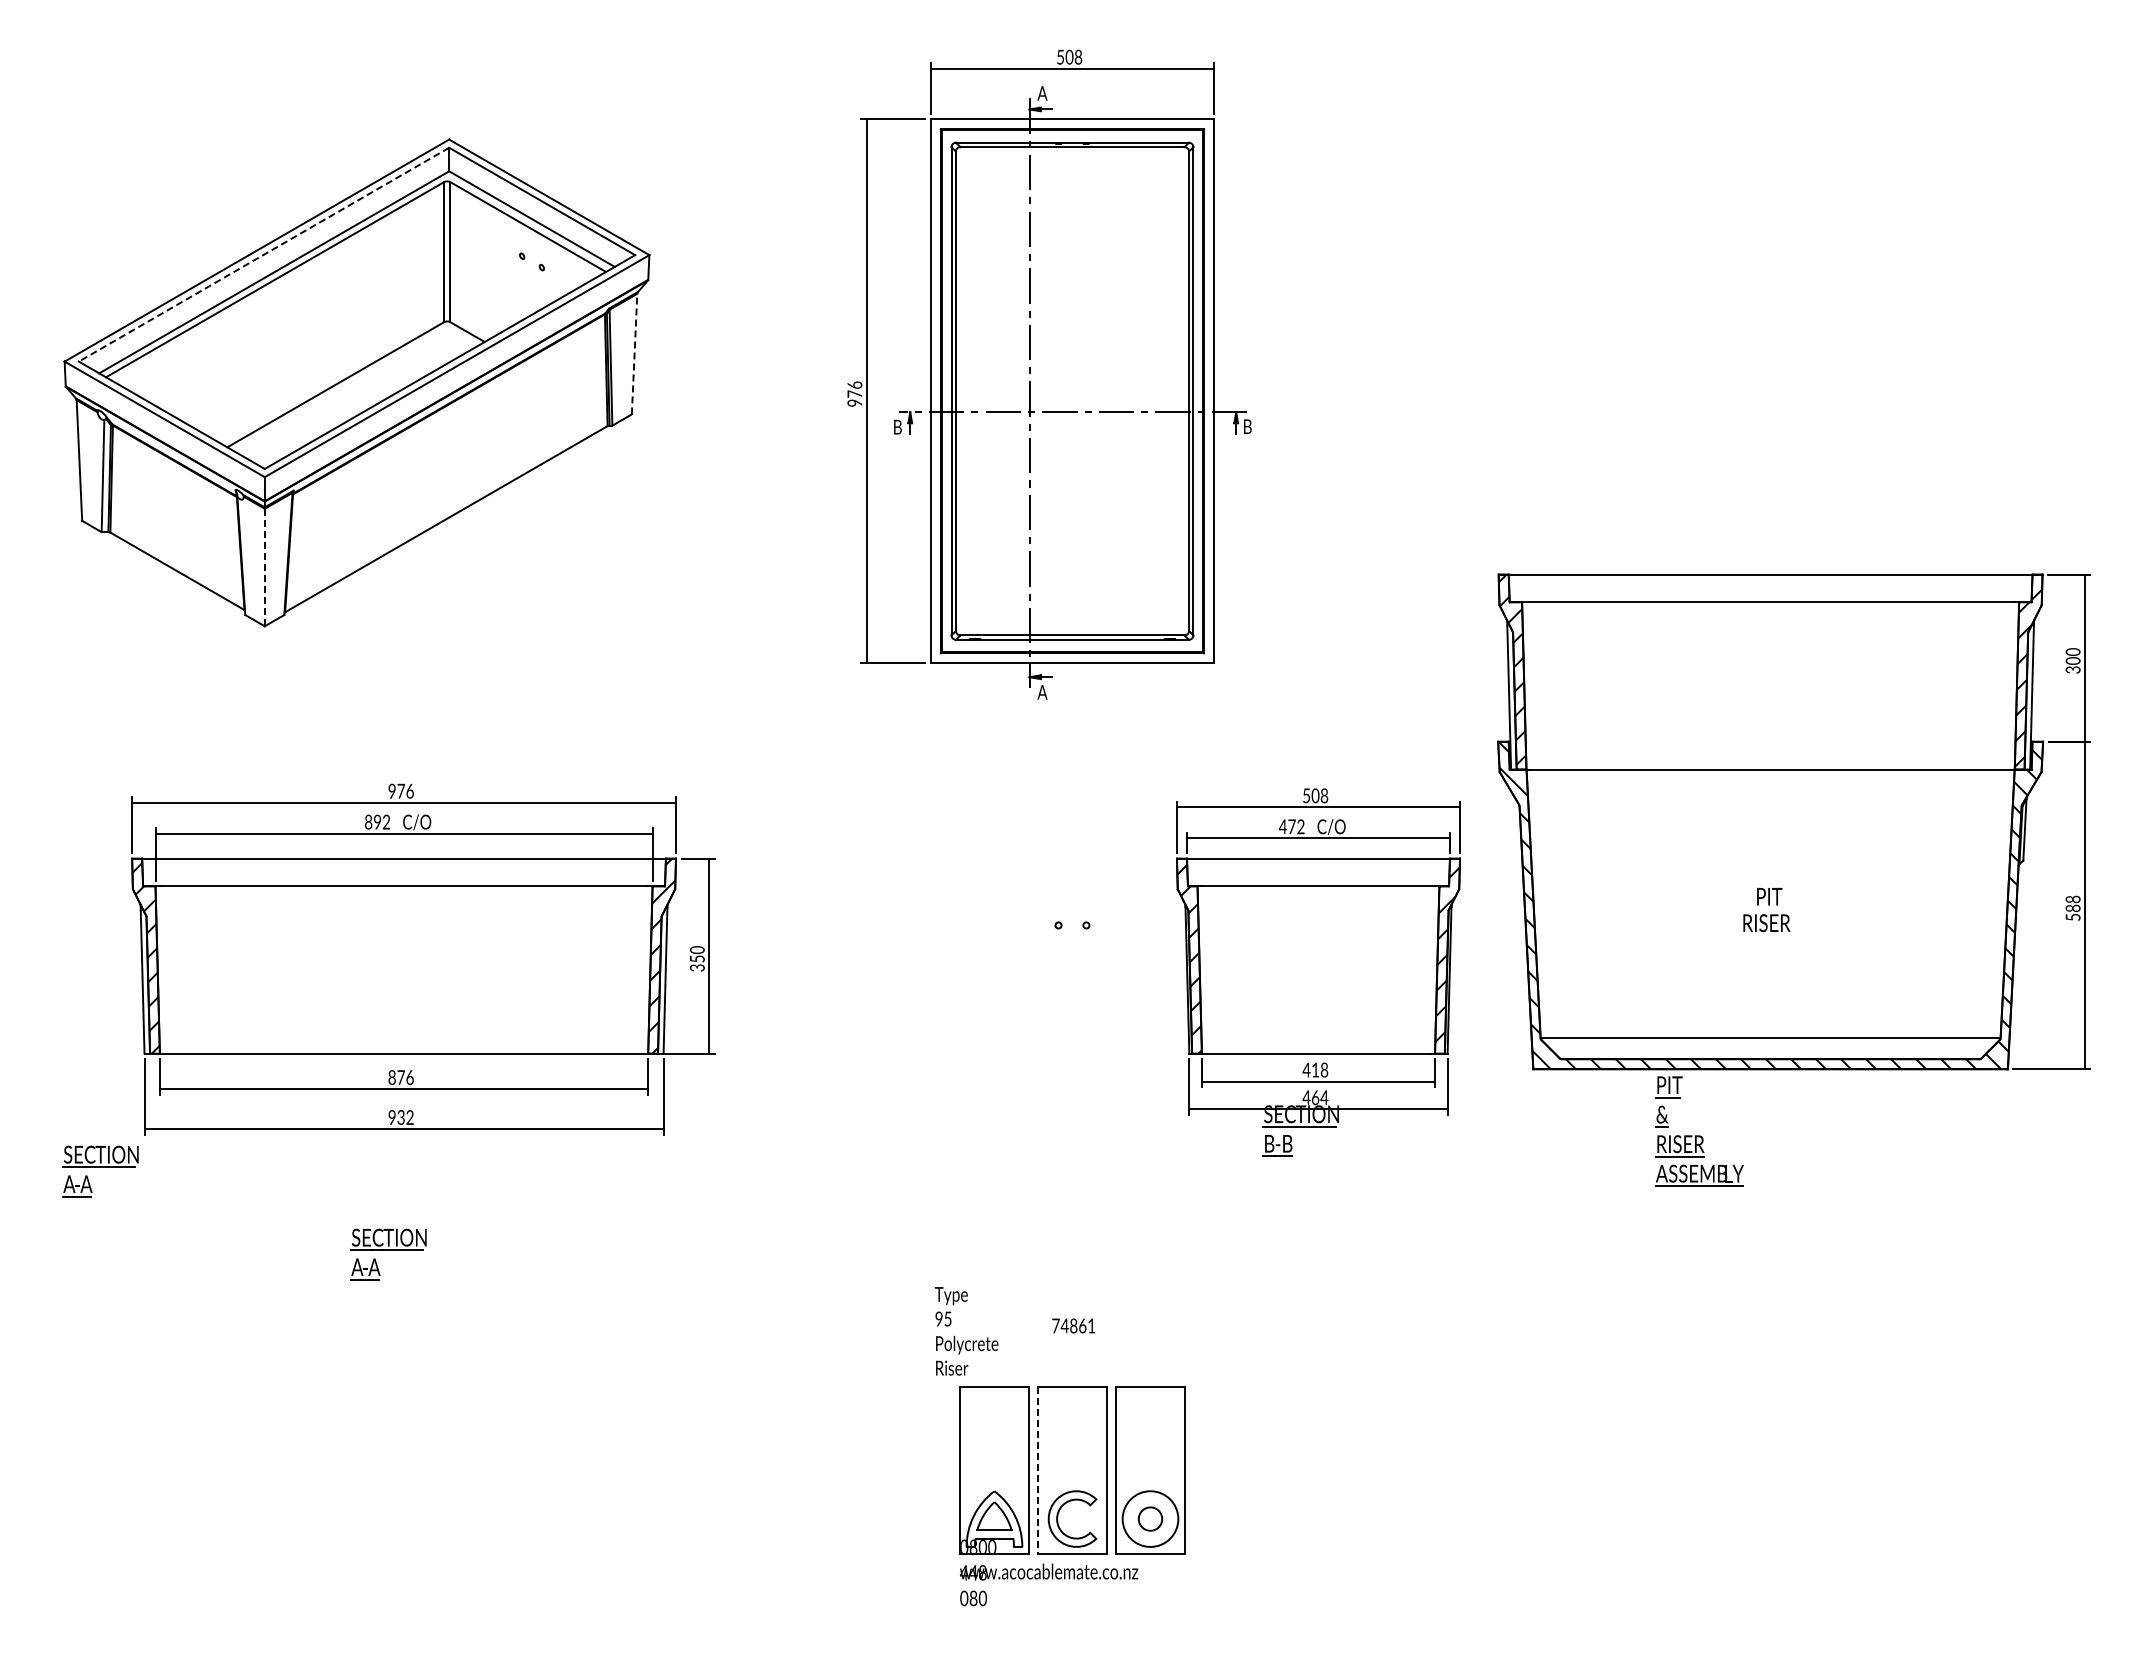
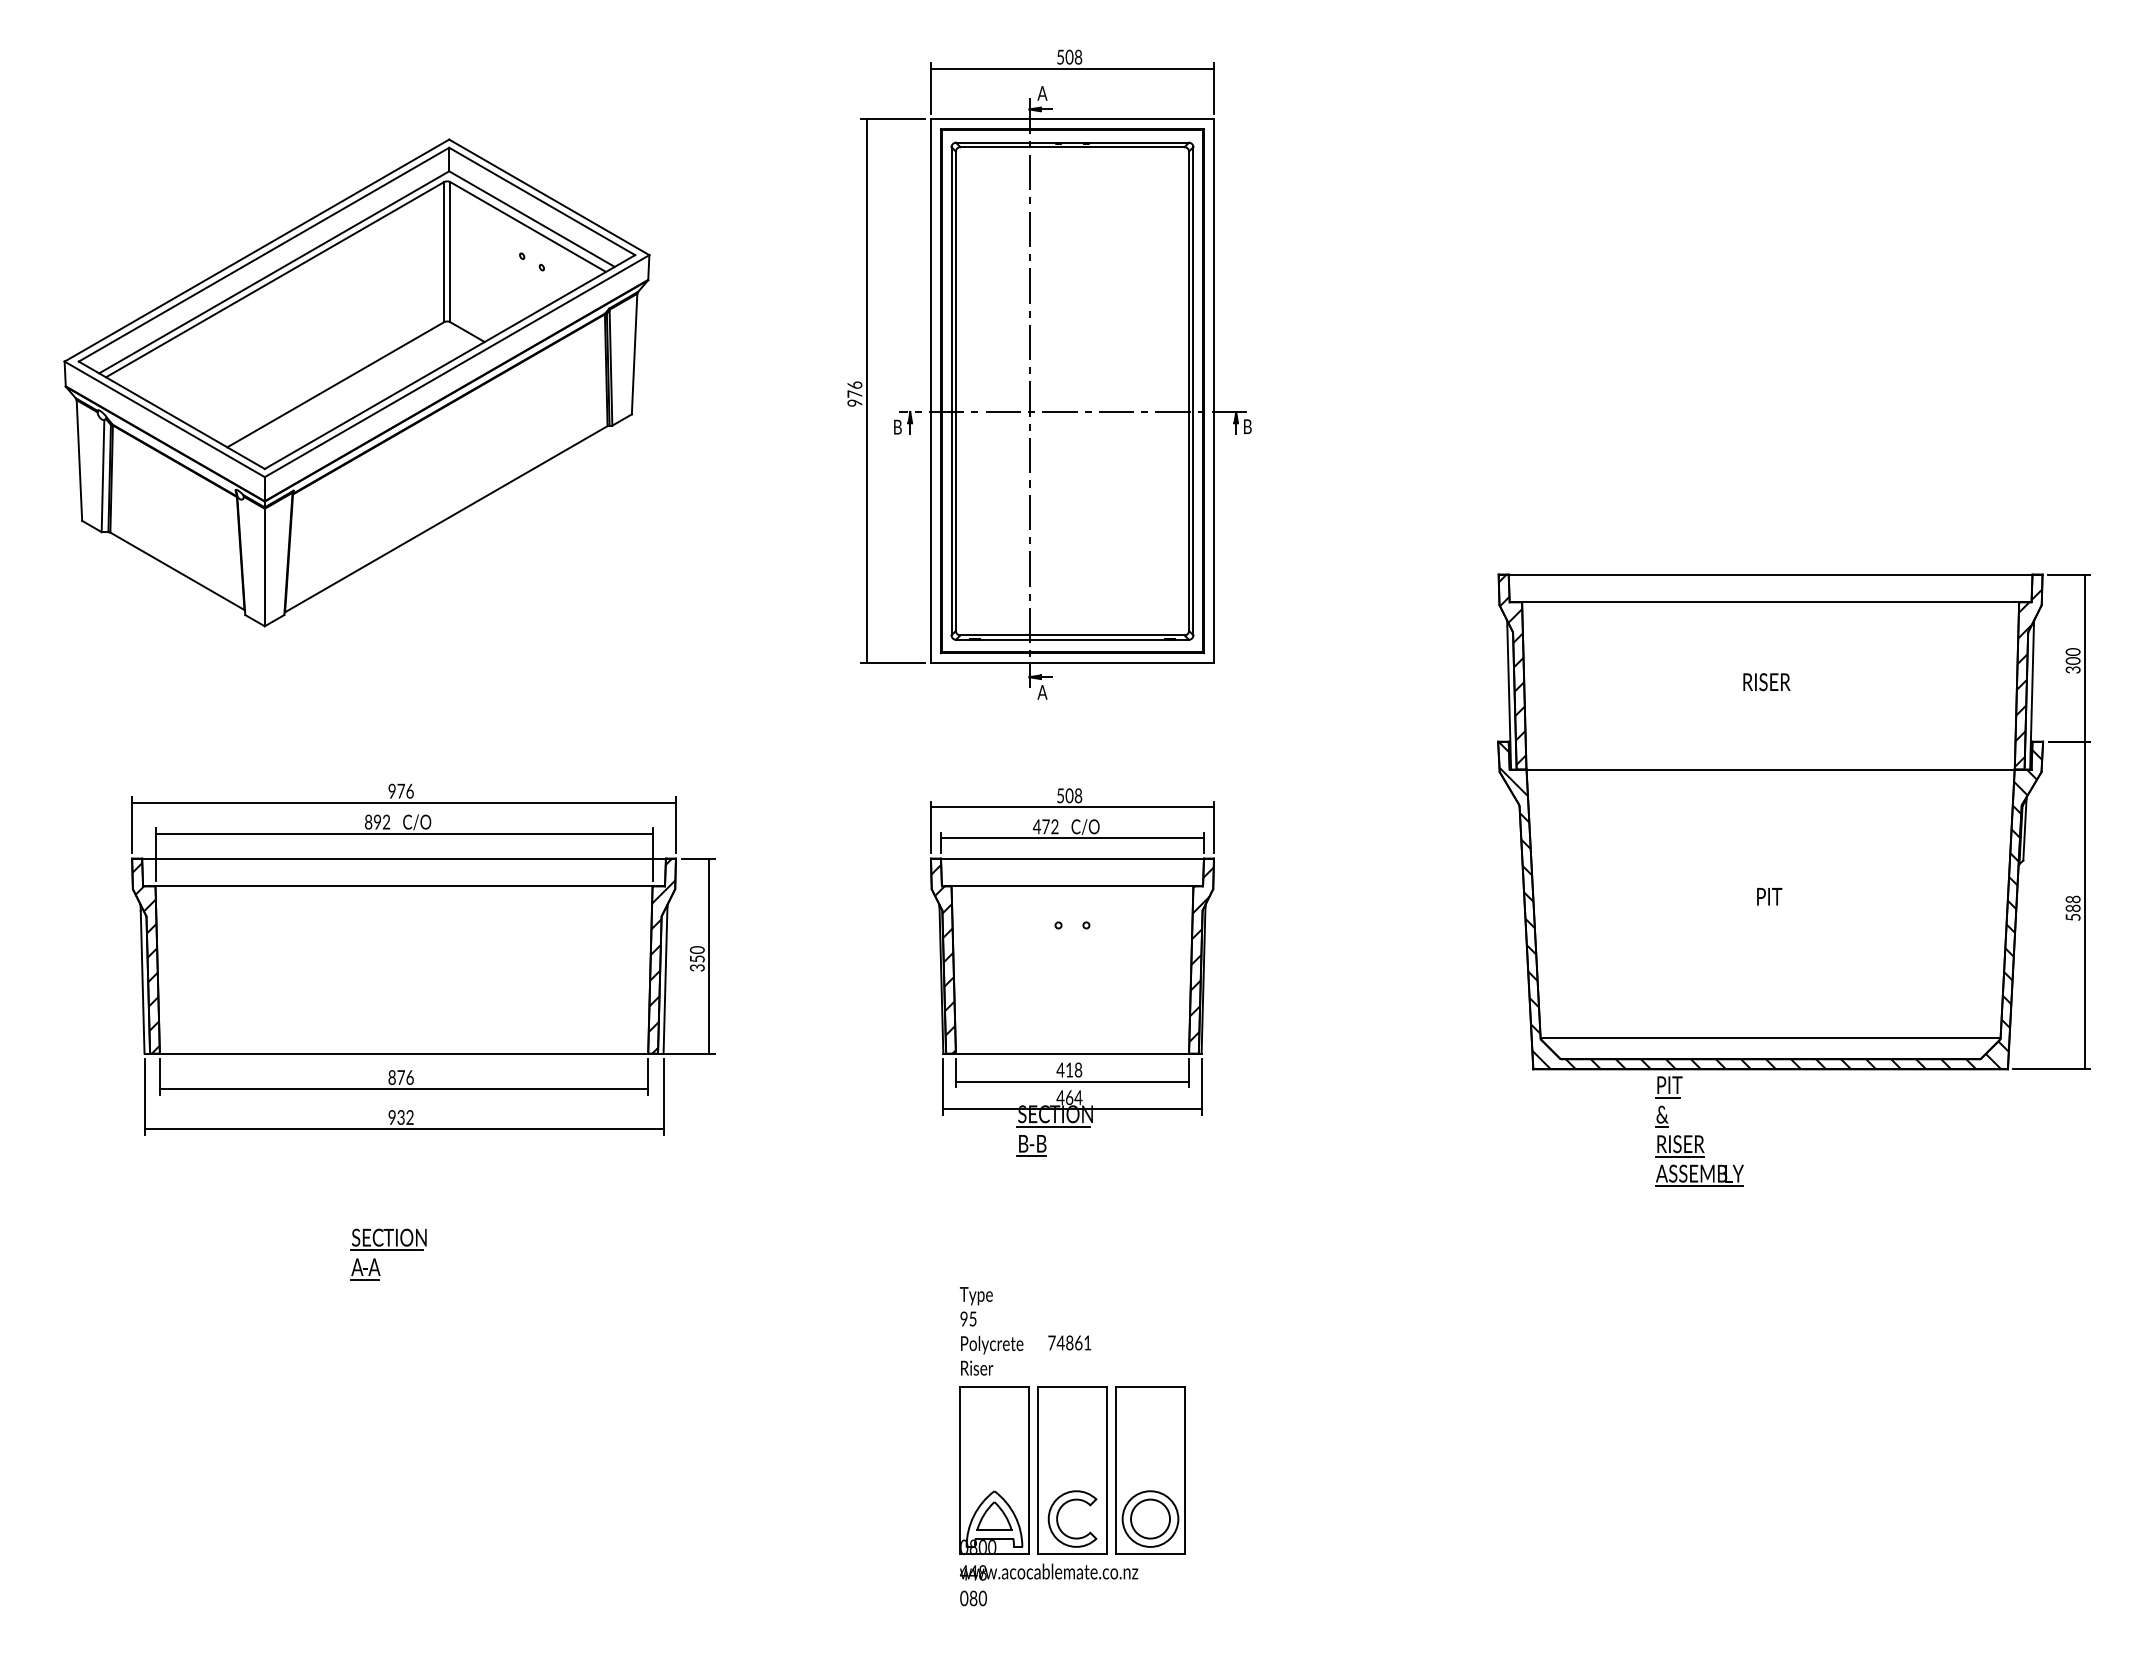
line at (264, 254): dashed -> solid
line at (634, 353): dashed -> solid
line at (264, 567): dashed -> solid
text at (1766, 923) position: (1766, 923) -> (1766, 682)
part at (1318, 972) position: (1318, 972) -> (1072, 972)
part at (100, 1171): present -> none
text at (1073, 1325) position: (1073, 1325) -> (1069, 1342)
text at (966, 1331) position: (966, 1331) -> (991, 1331)
line at (1037, 1470): dashed -> solid
circle at (1150, 1518) diameter: 23 px -> 39 px
